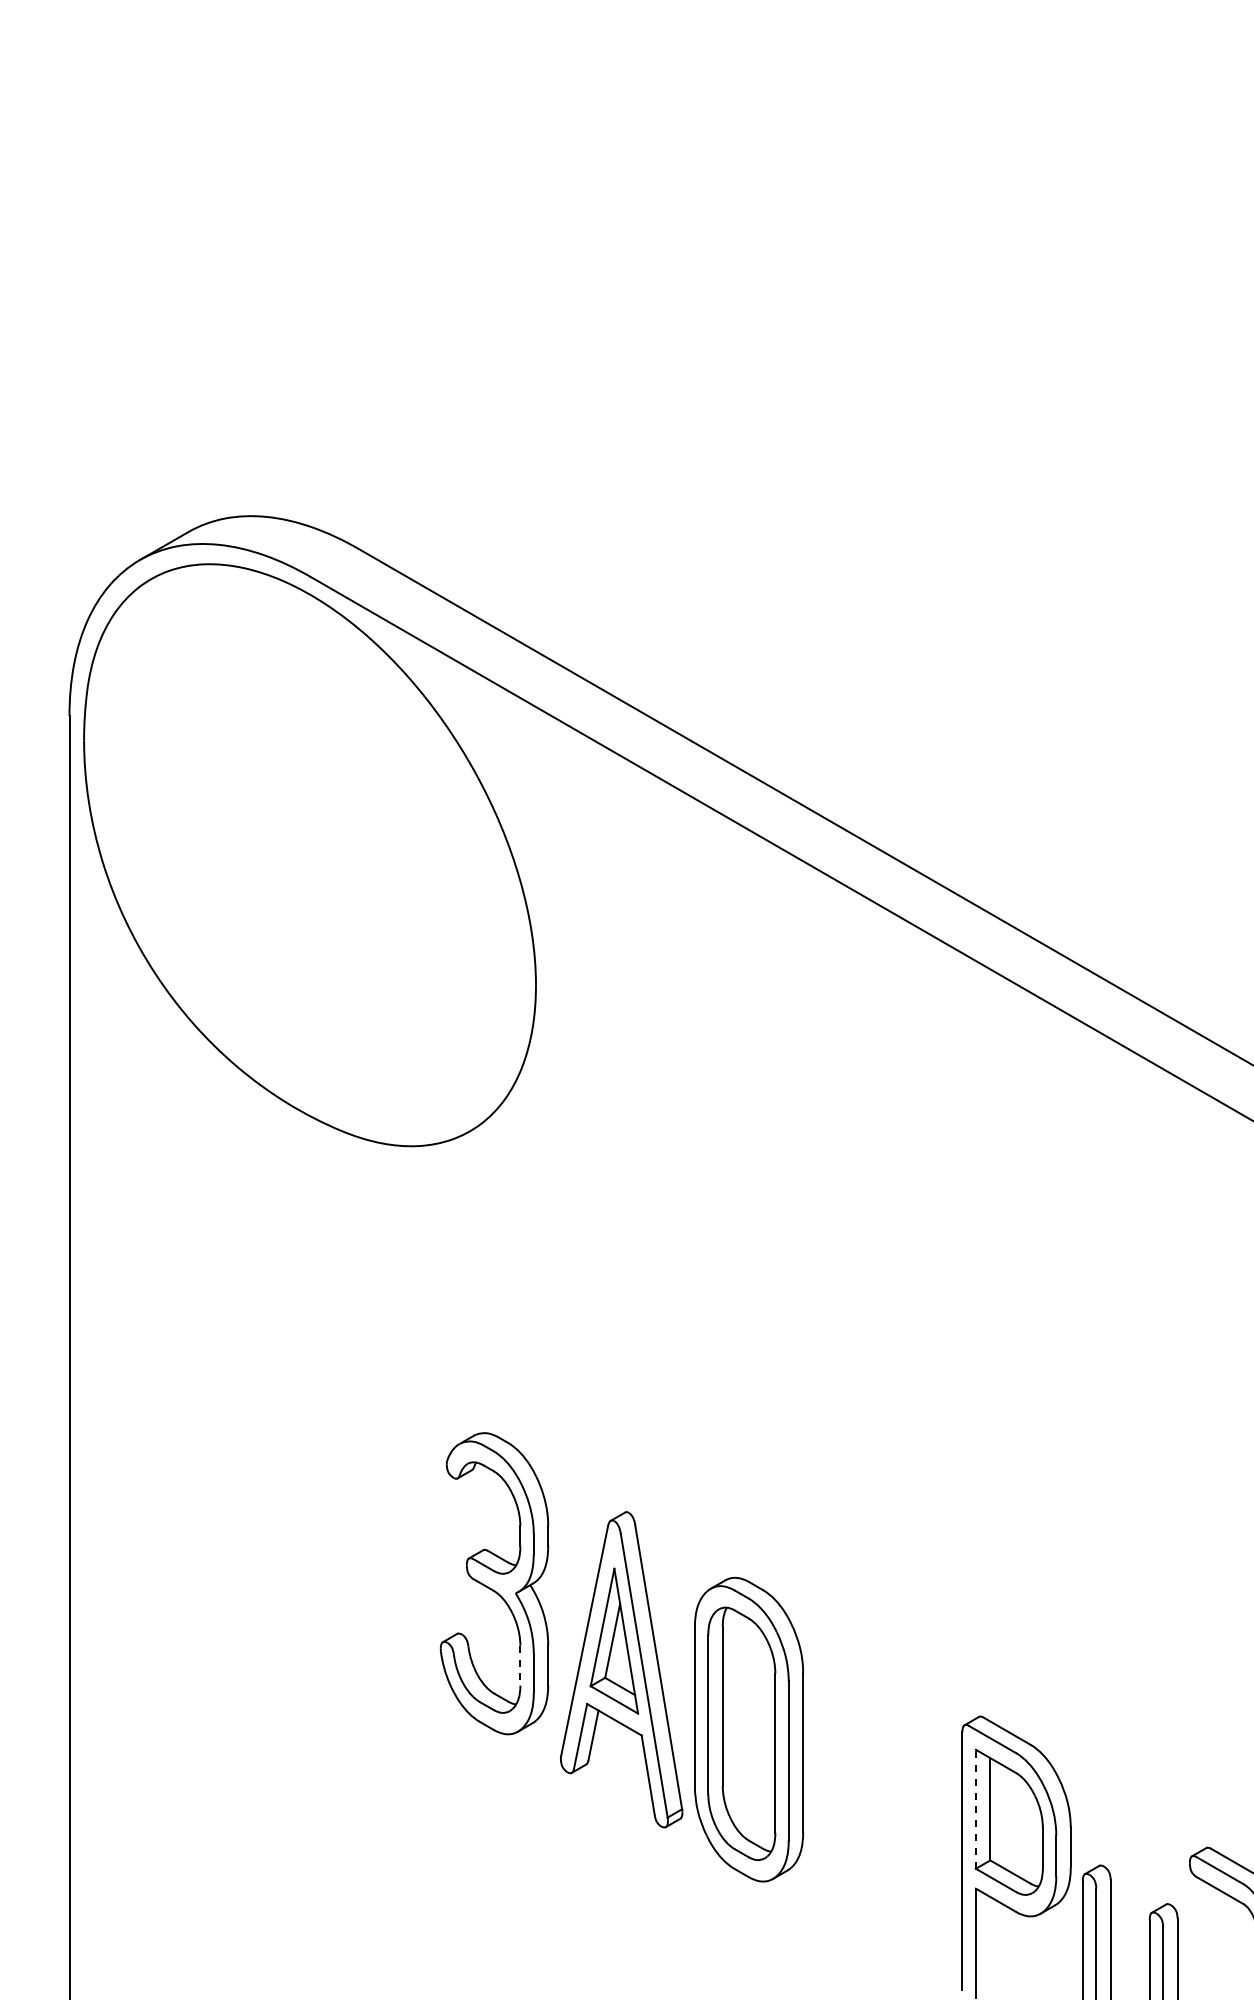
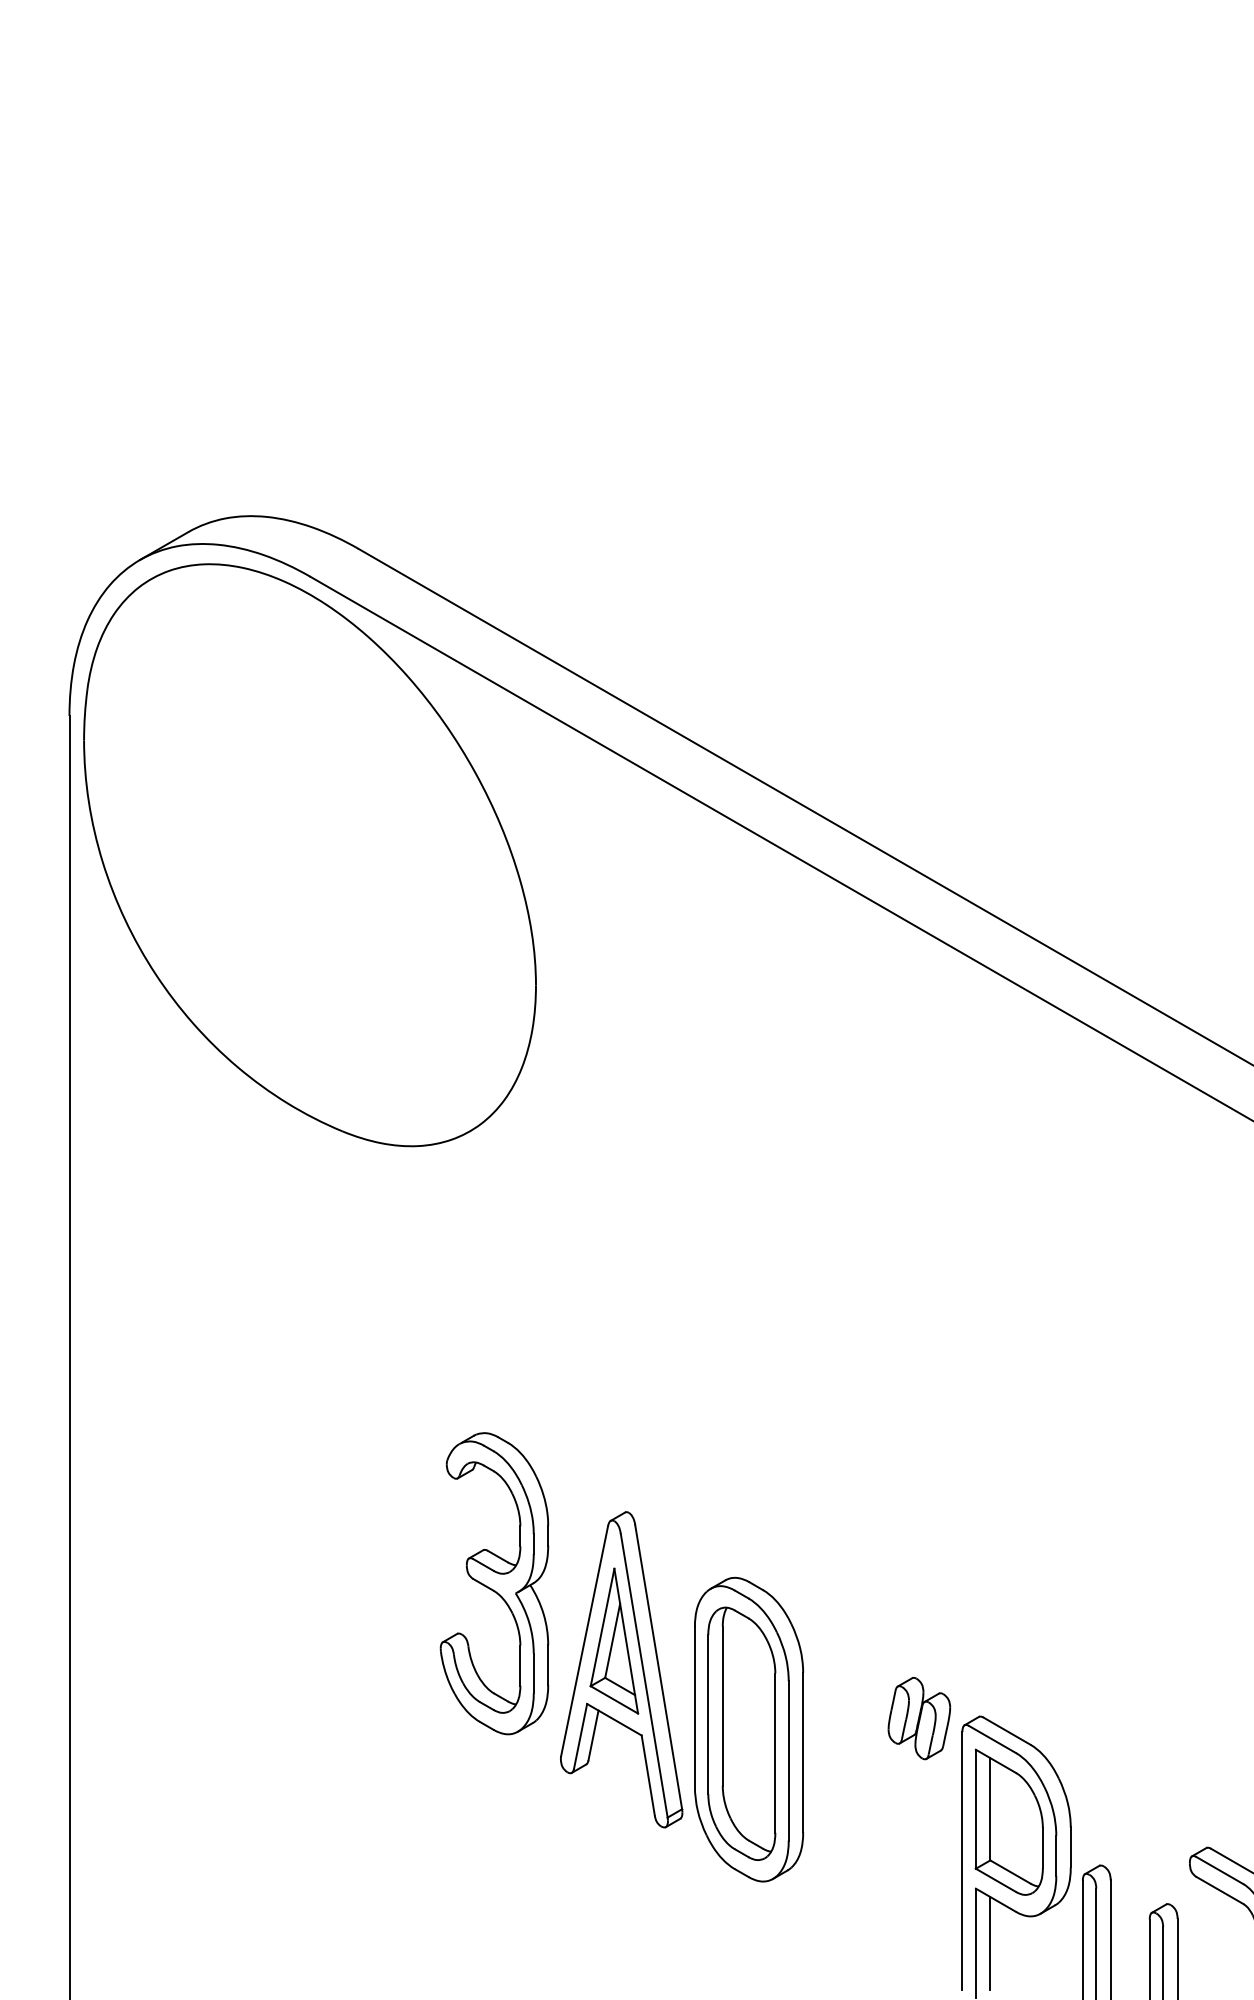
line at (520, 1665): dashed -> solid
part at (919, 1718): none -> present
line at (975, 1808): dashed -> solid
line at (990, 1942): none -> present
